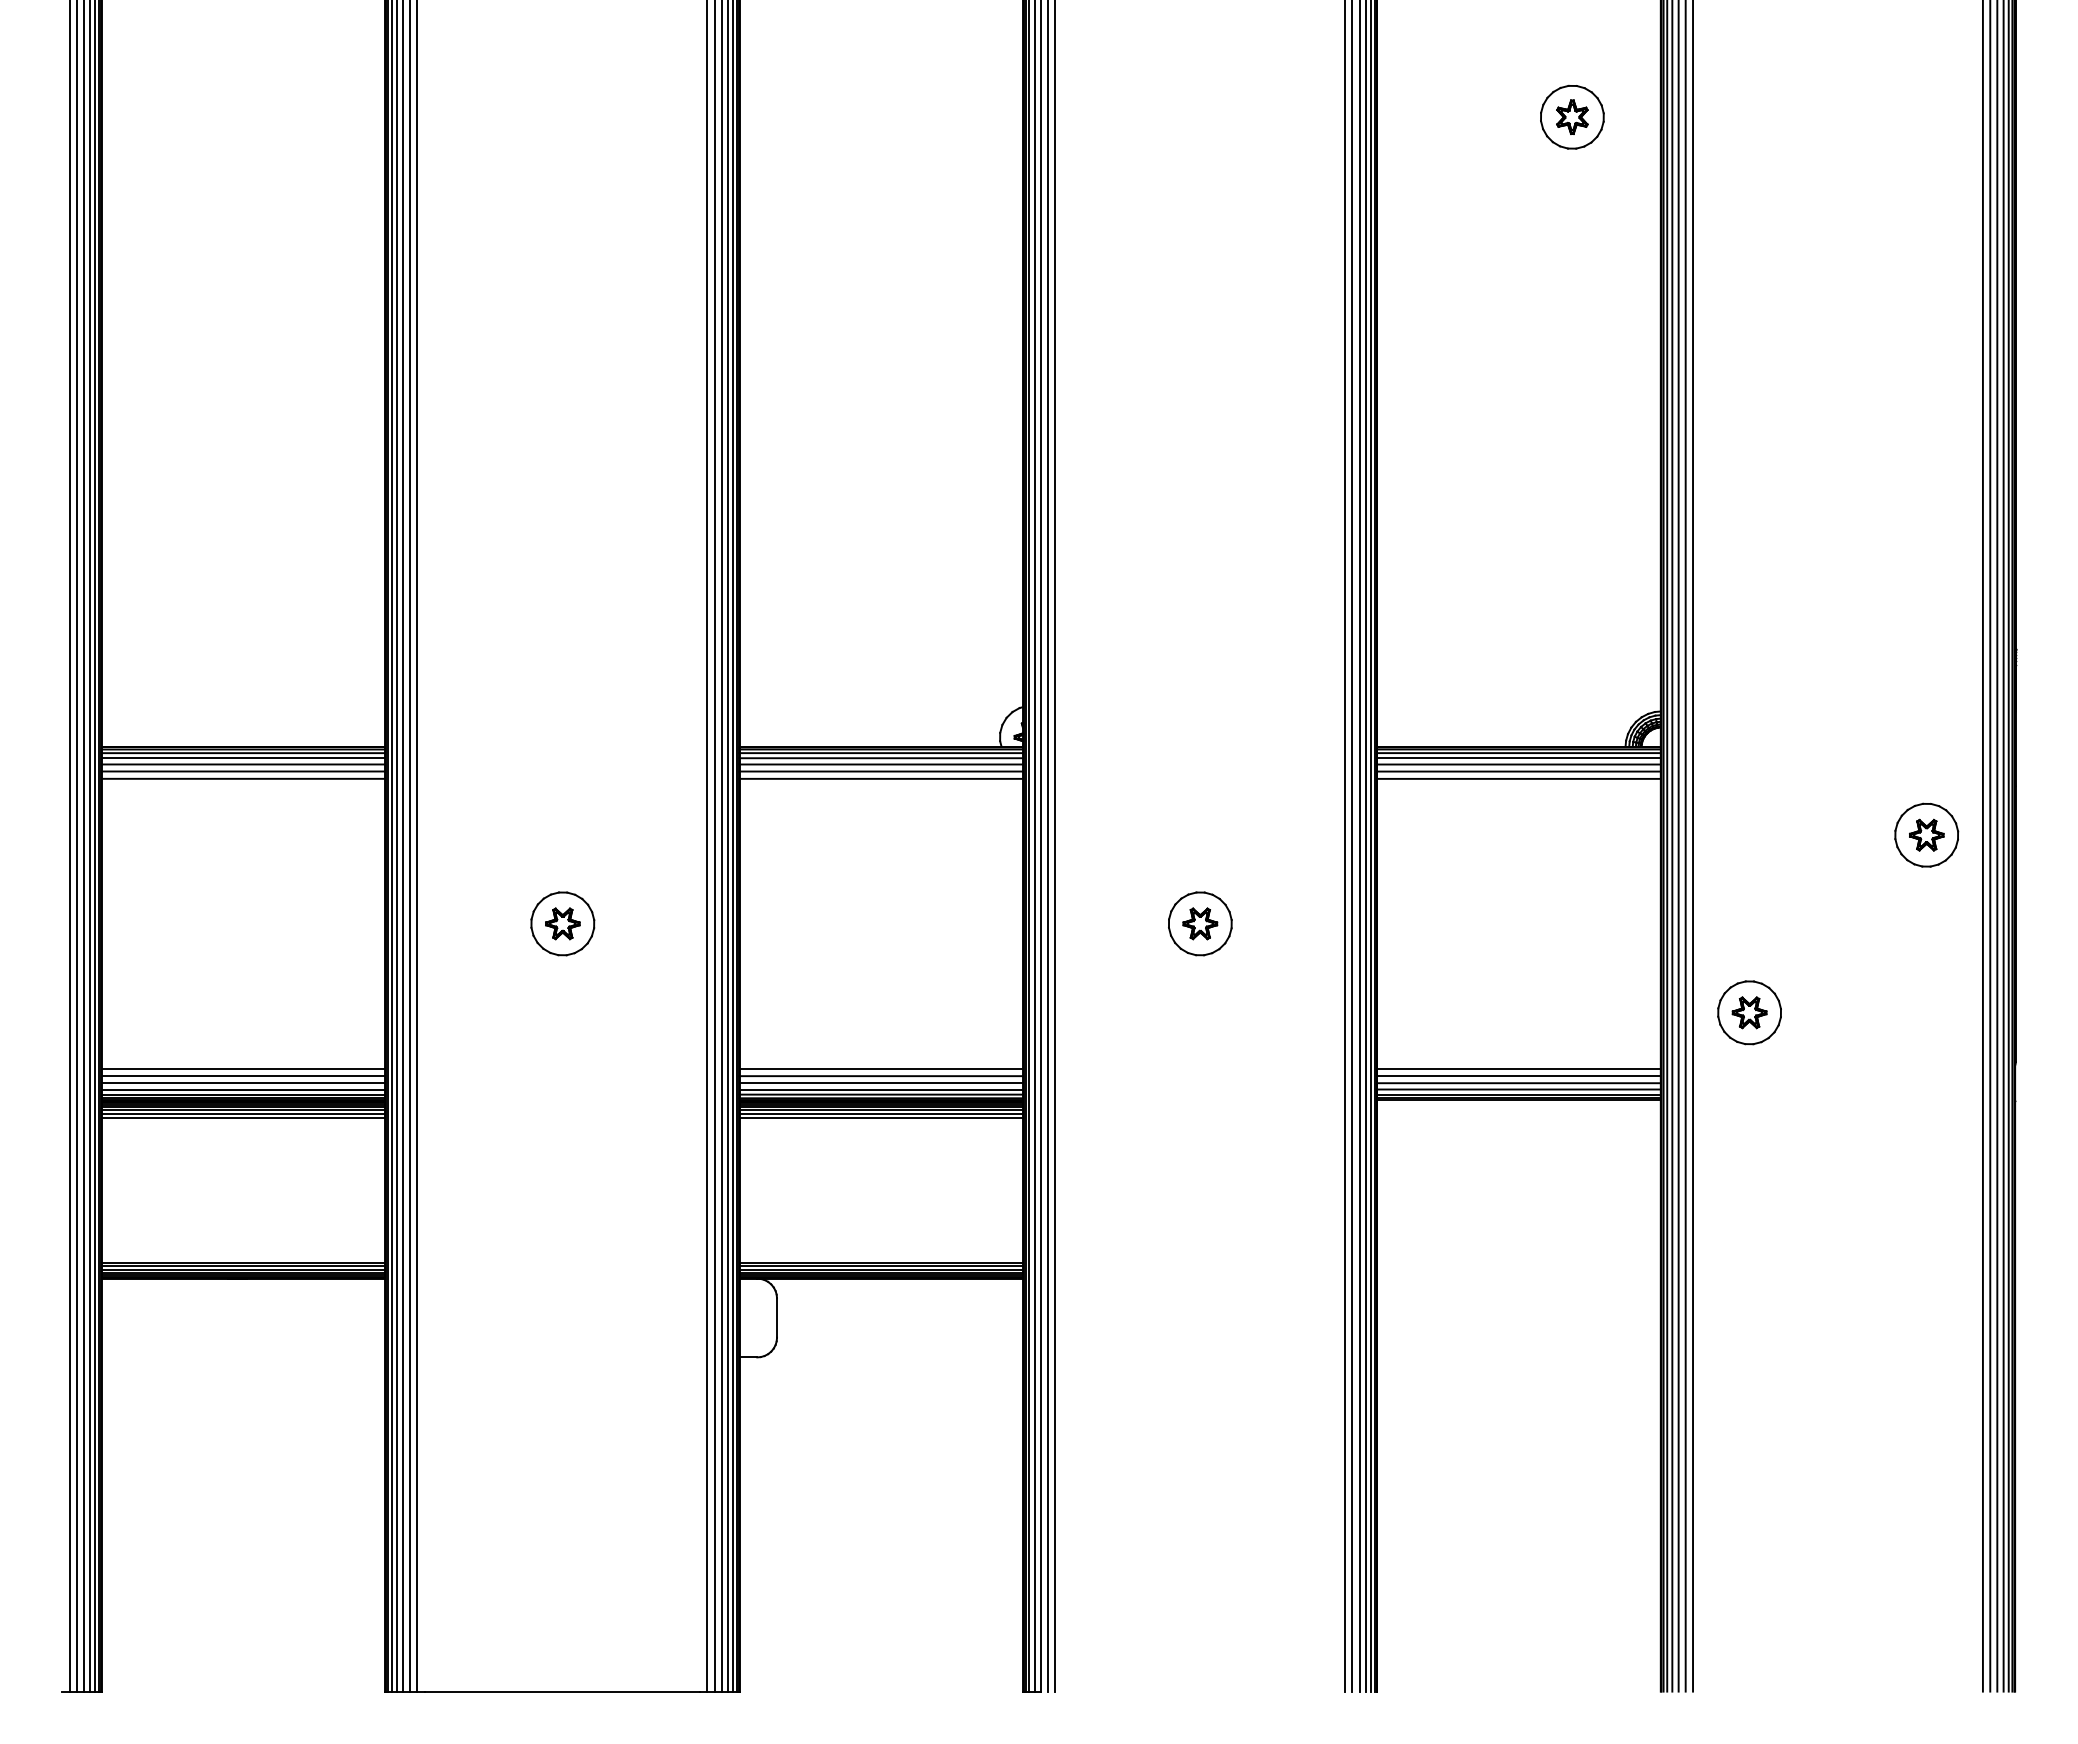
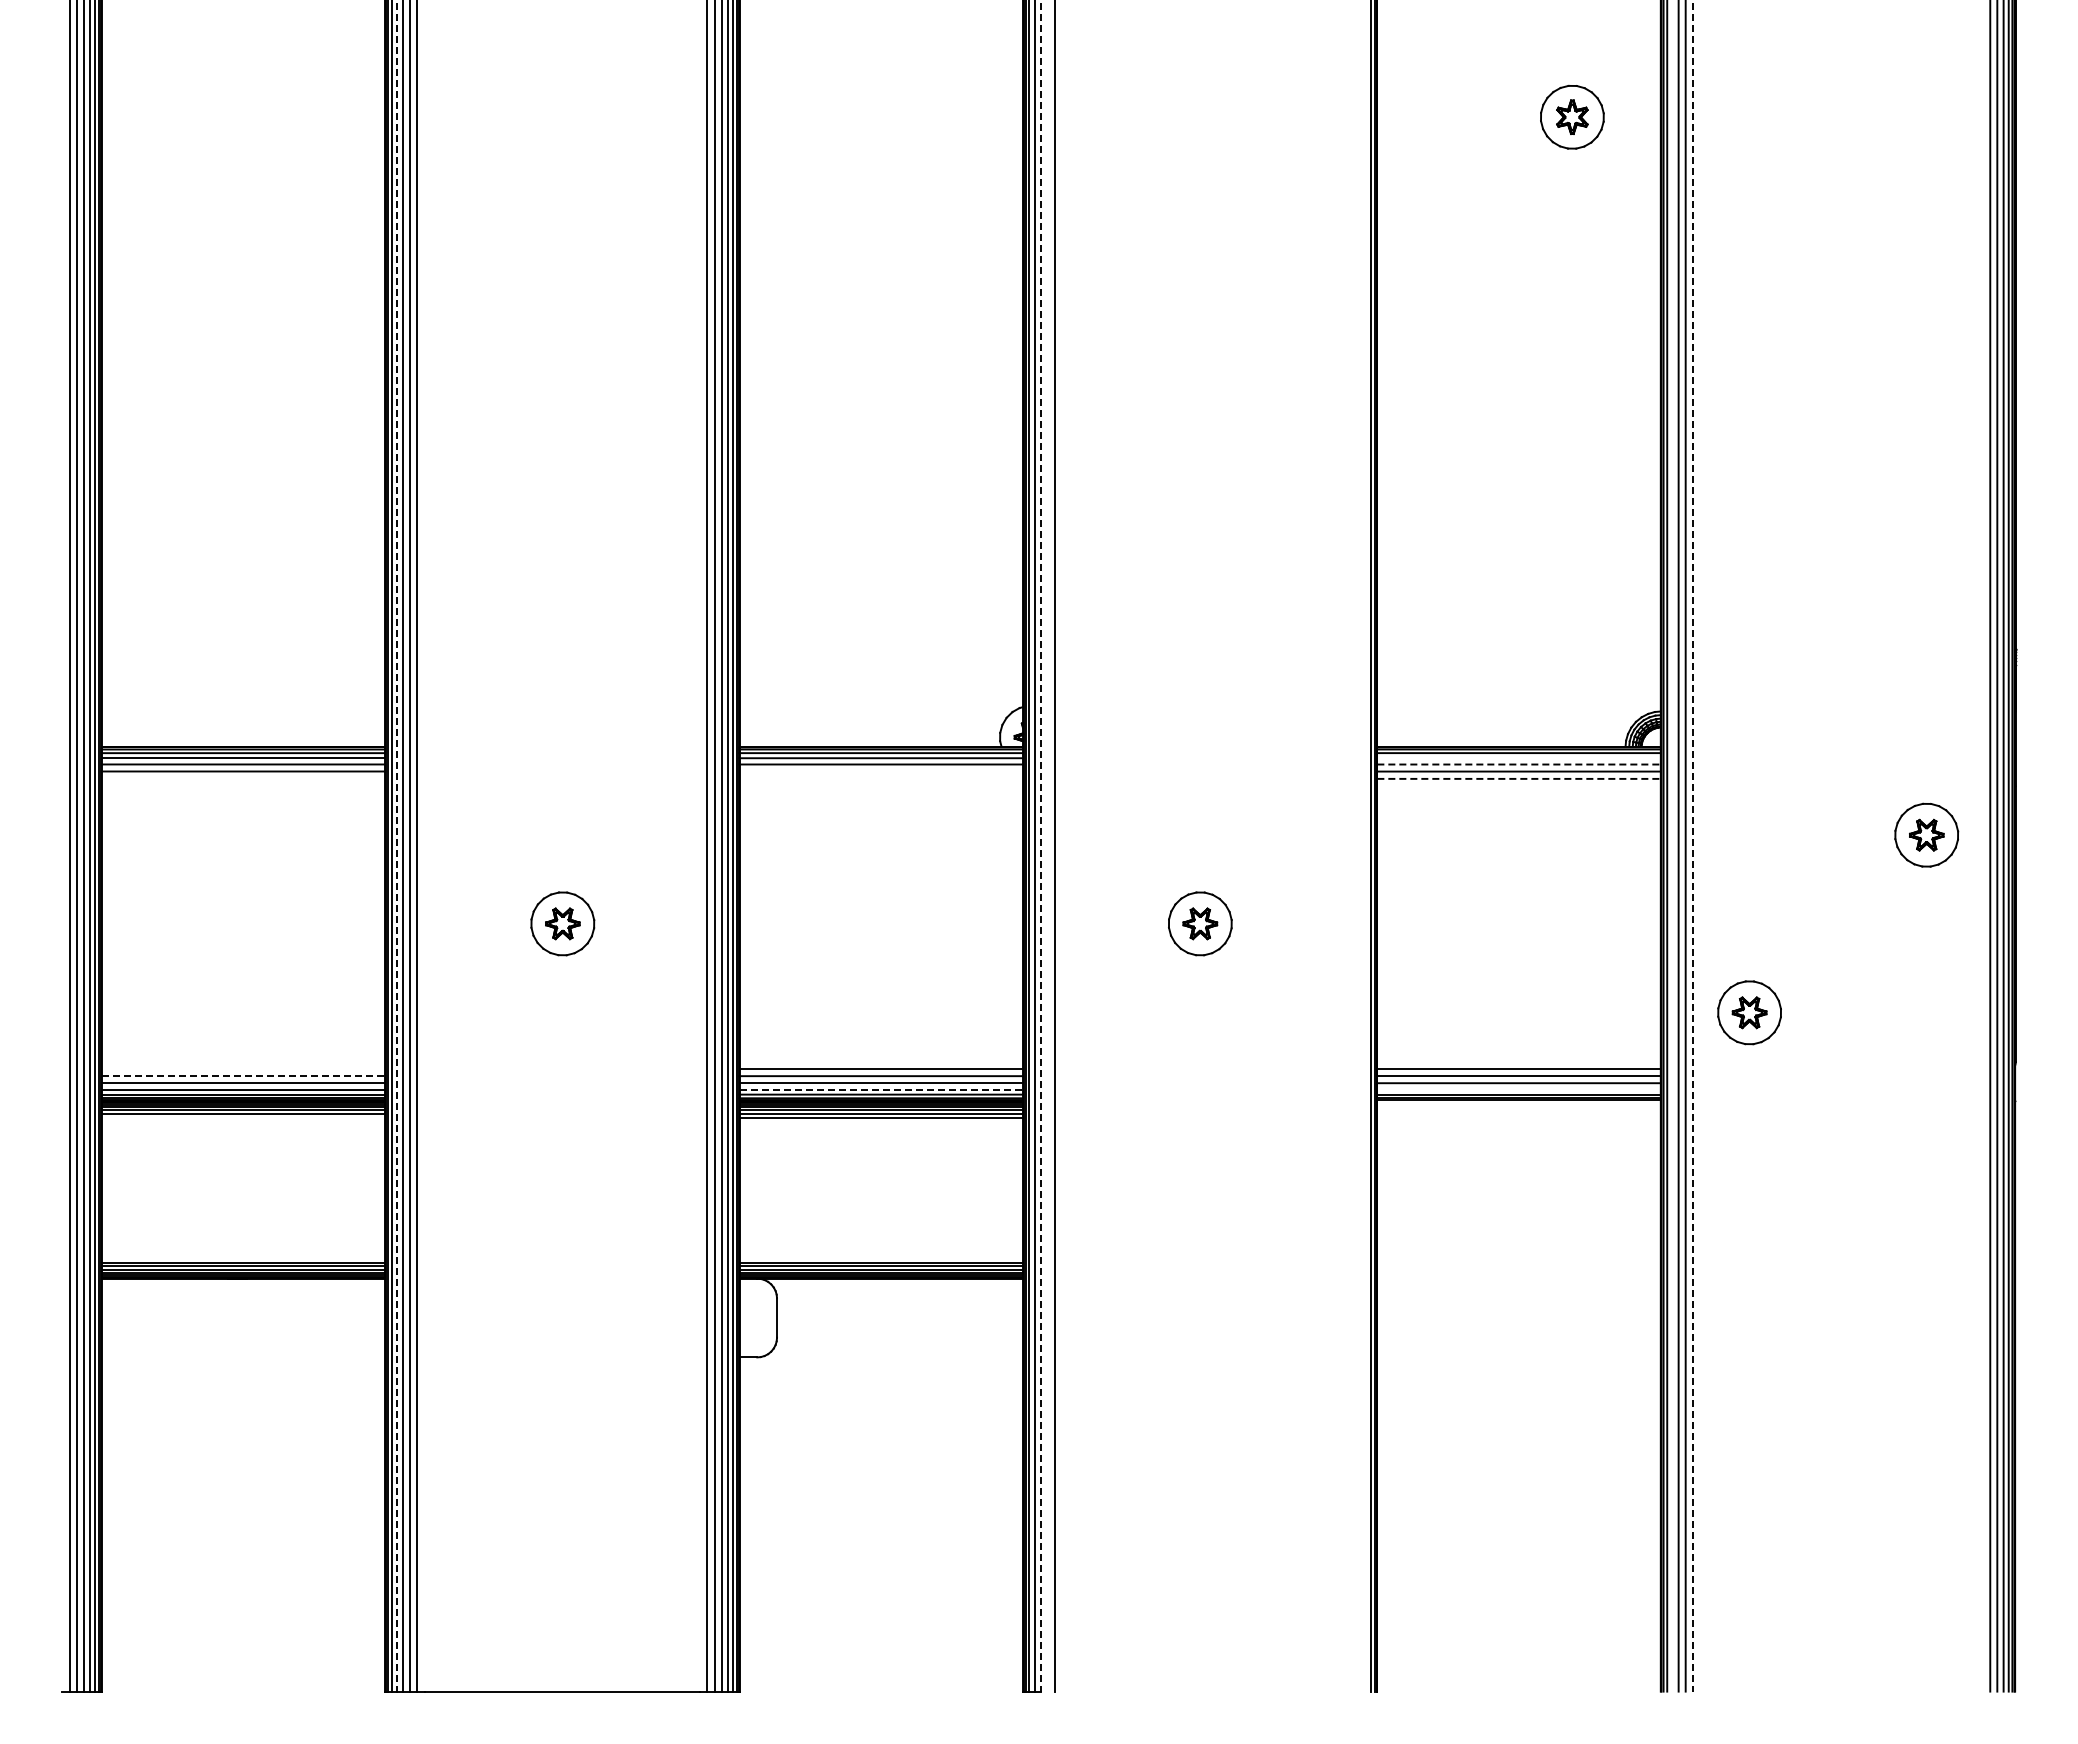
line at (1518, 758): present -> none
line at (1519, 764): solid -> dashed
line at (880, 771): present -> none
line at (243, 778): present -> none
line at (880, 778): present -> none
line at (1519, 778): solid -> dashed
line at (396, 846): solid -> dashed
line at (1040, 846): solid -> dashed
line at (1047, 846): present -> none
line at (1345, 846): present -> none
line at (1352, 846): present -> none
line at (1359, 846): present -> none
line at (1365, 846): present -> none
line at (1672, 846): present -> none
line at (1693, 846): solid -> dashed
line at (1982, 846): present -> none
line at (243, 1068): present -> none
line at (243, 1076): solid -> dashed
line at (881, 1089): solid -> dashed
line at (1518, 1089): present -> none
line at (243, 1117): present -> none
